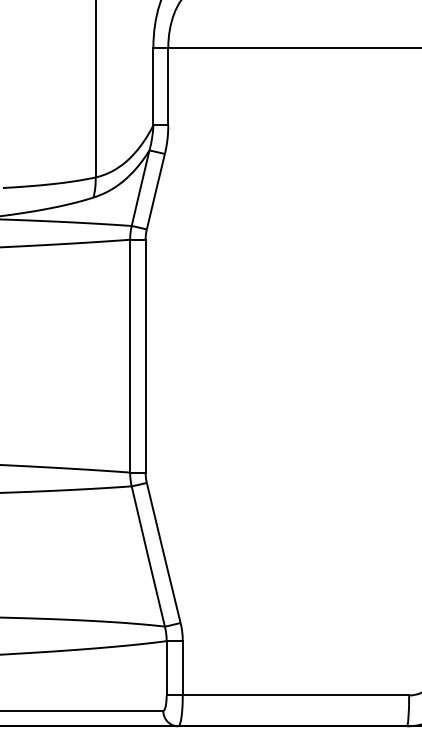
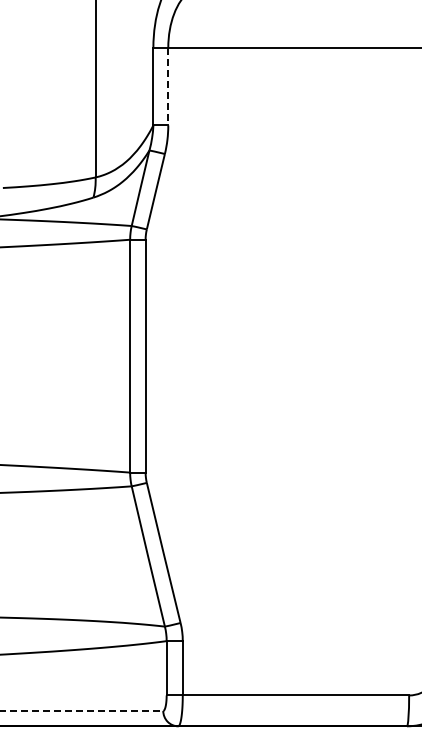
line at (168, 86): solid -> dashed
line at (82, 710): solid -> dashed
